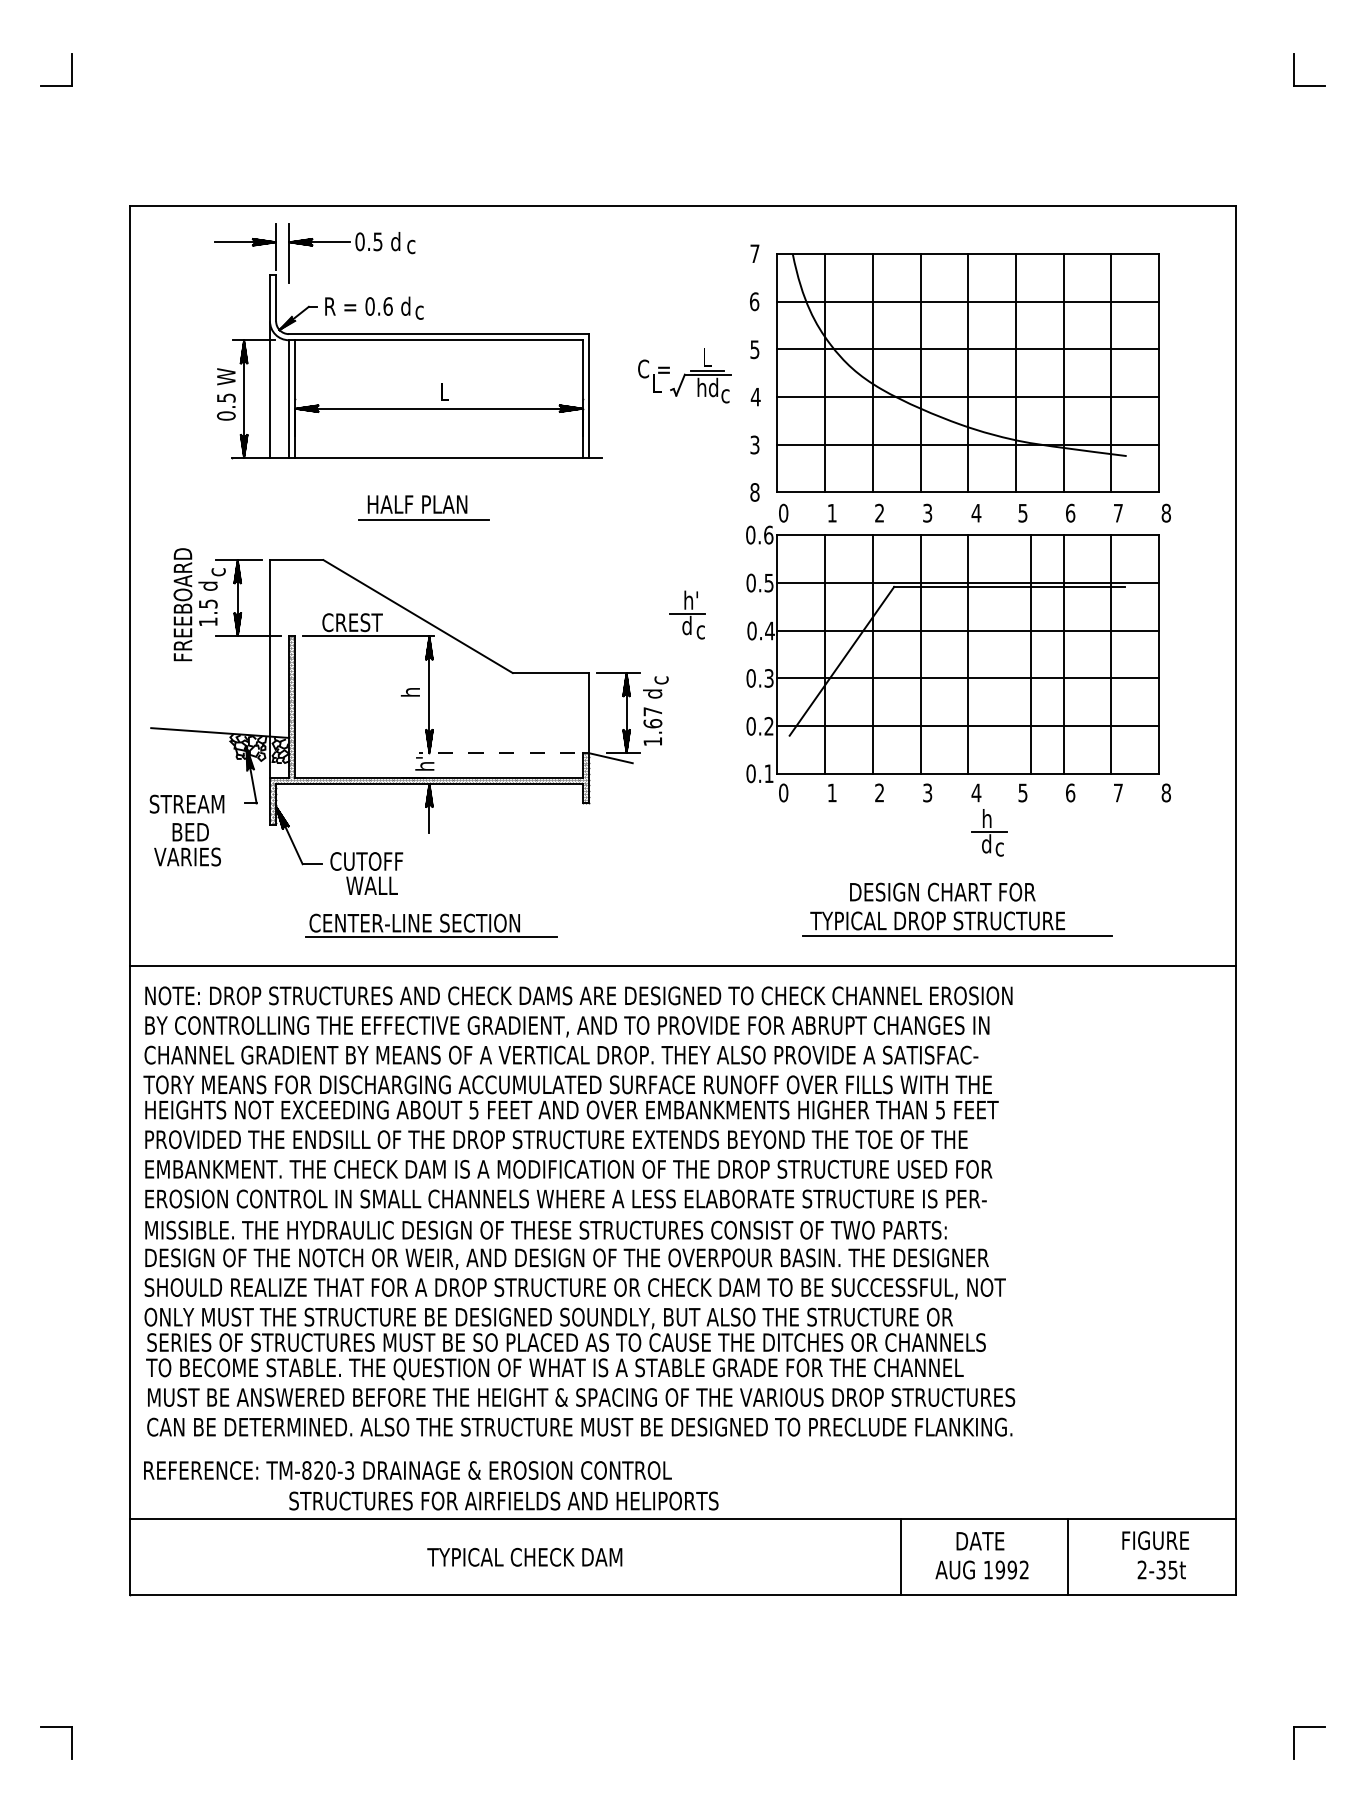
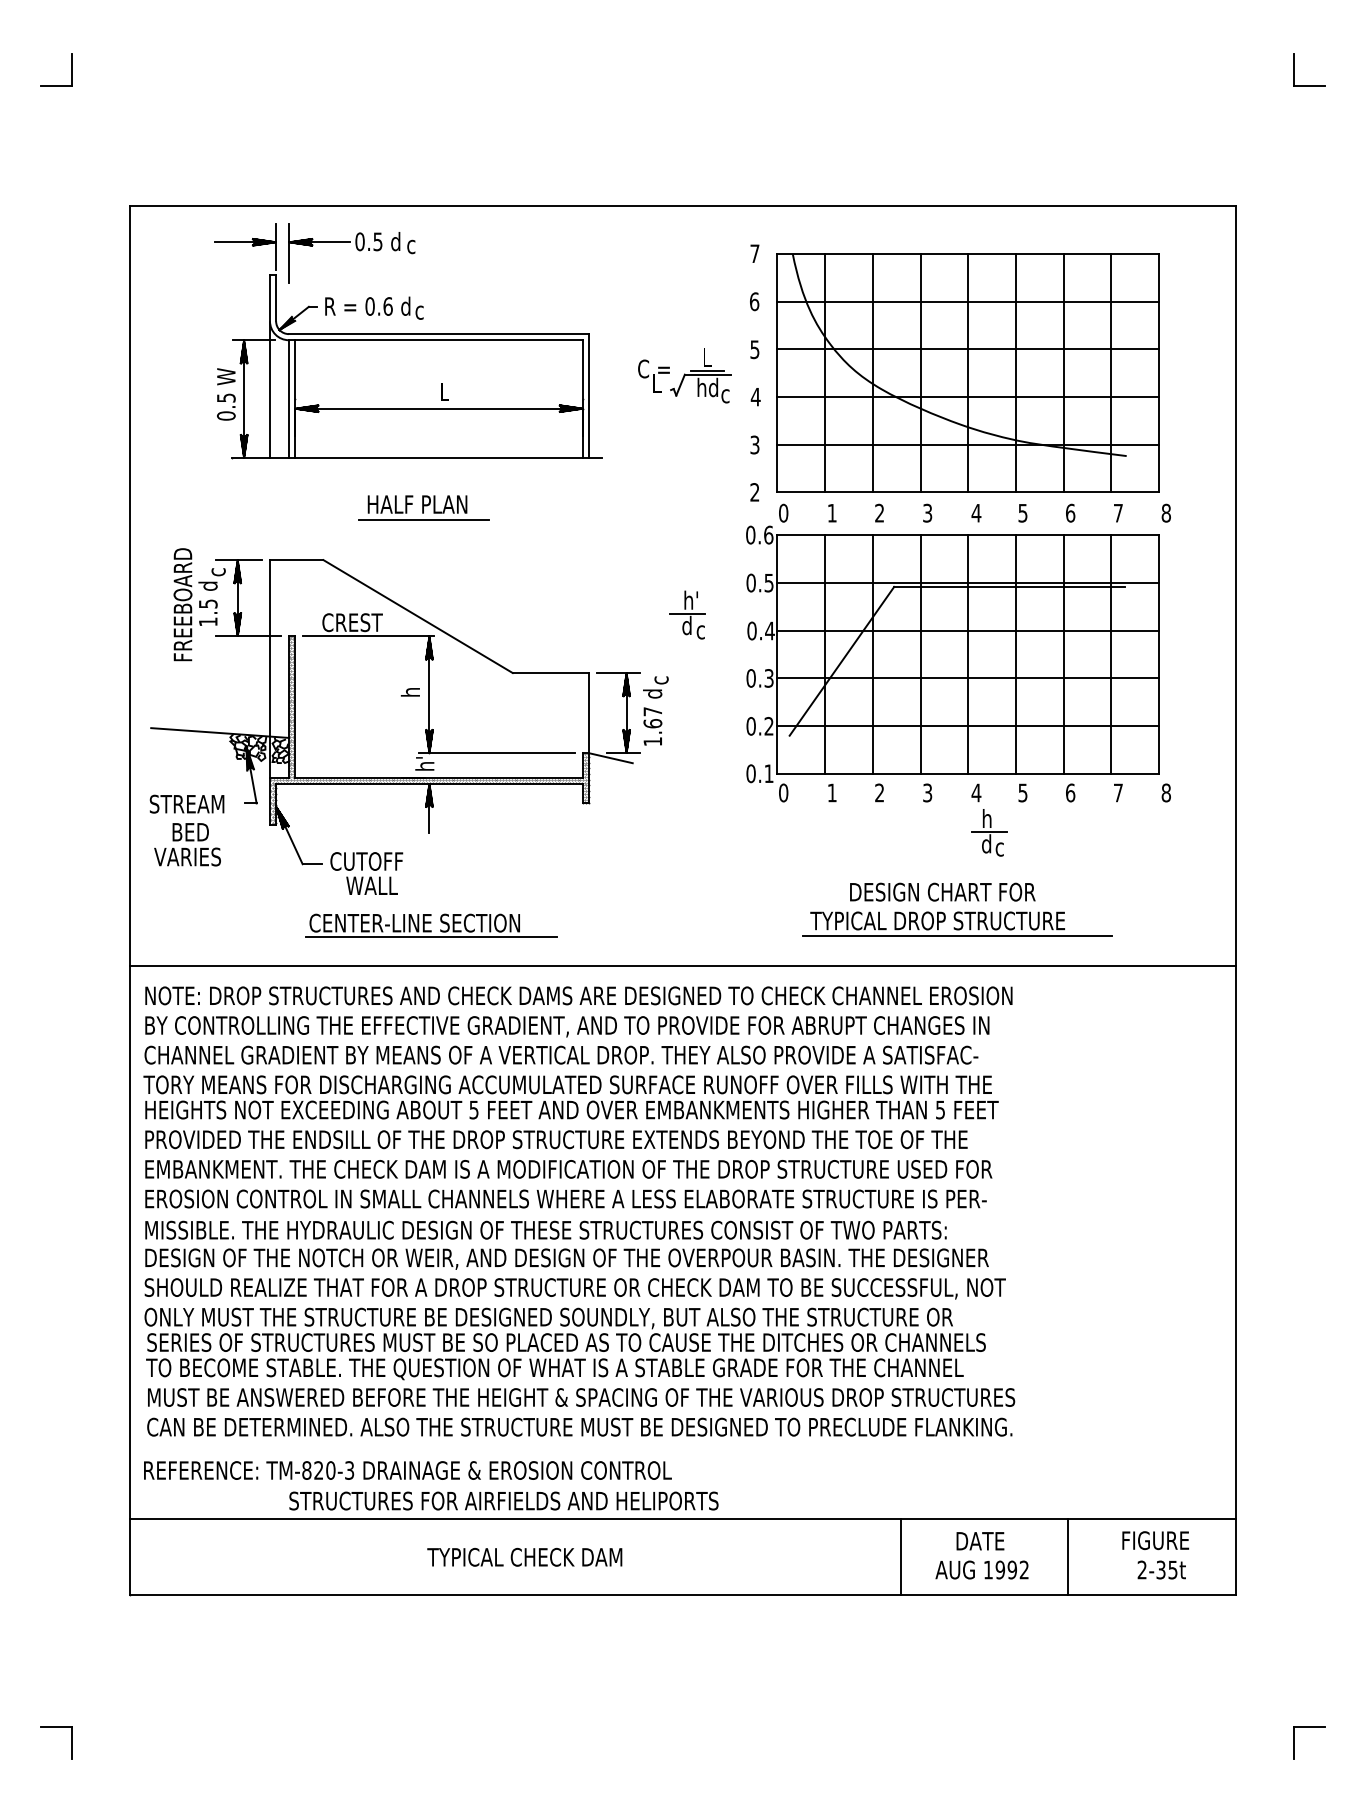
text at (754, 492): 8 -> 2
line at (1031, 654) position: (1031, 654) -> (1016, 654)
line at (496, 753): dashed -> solid
